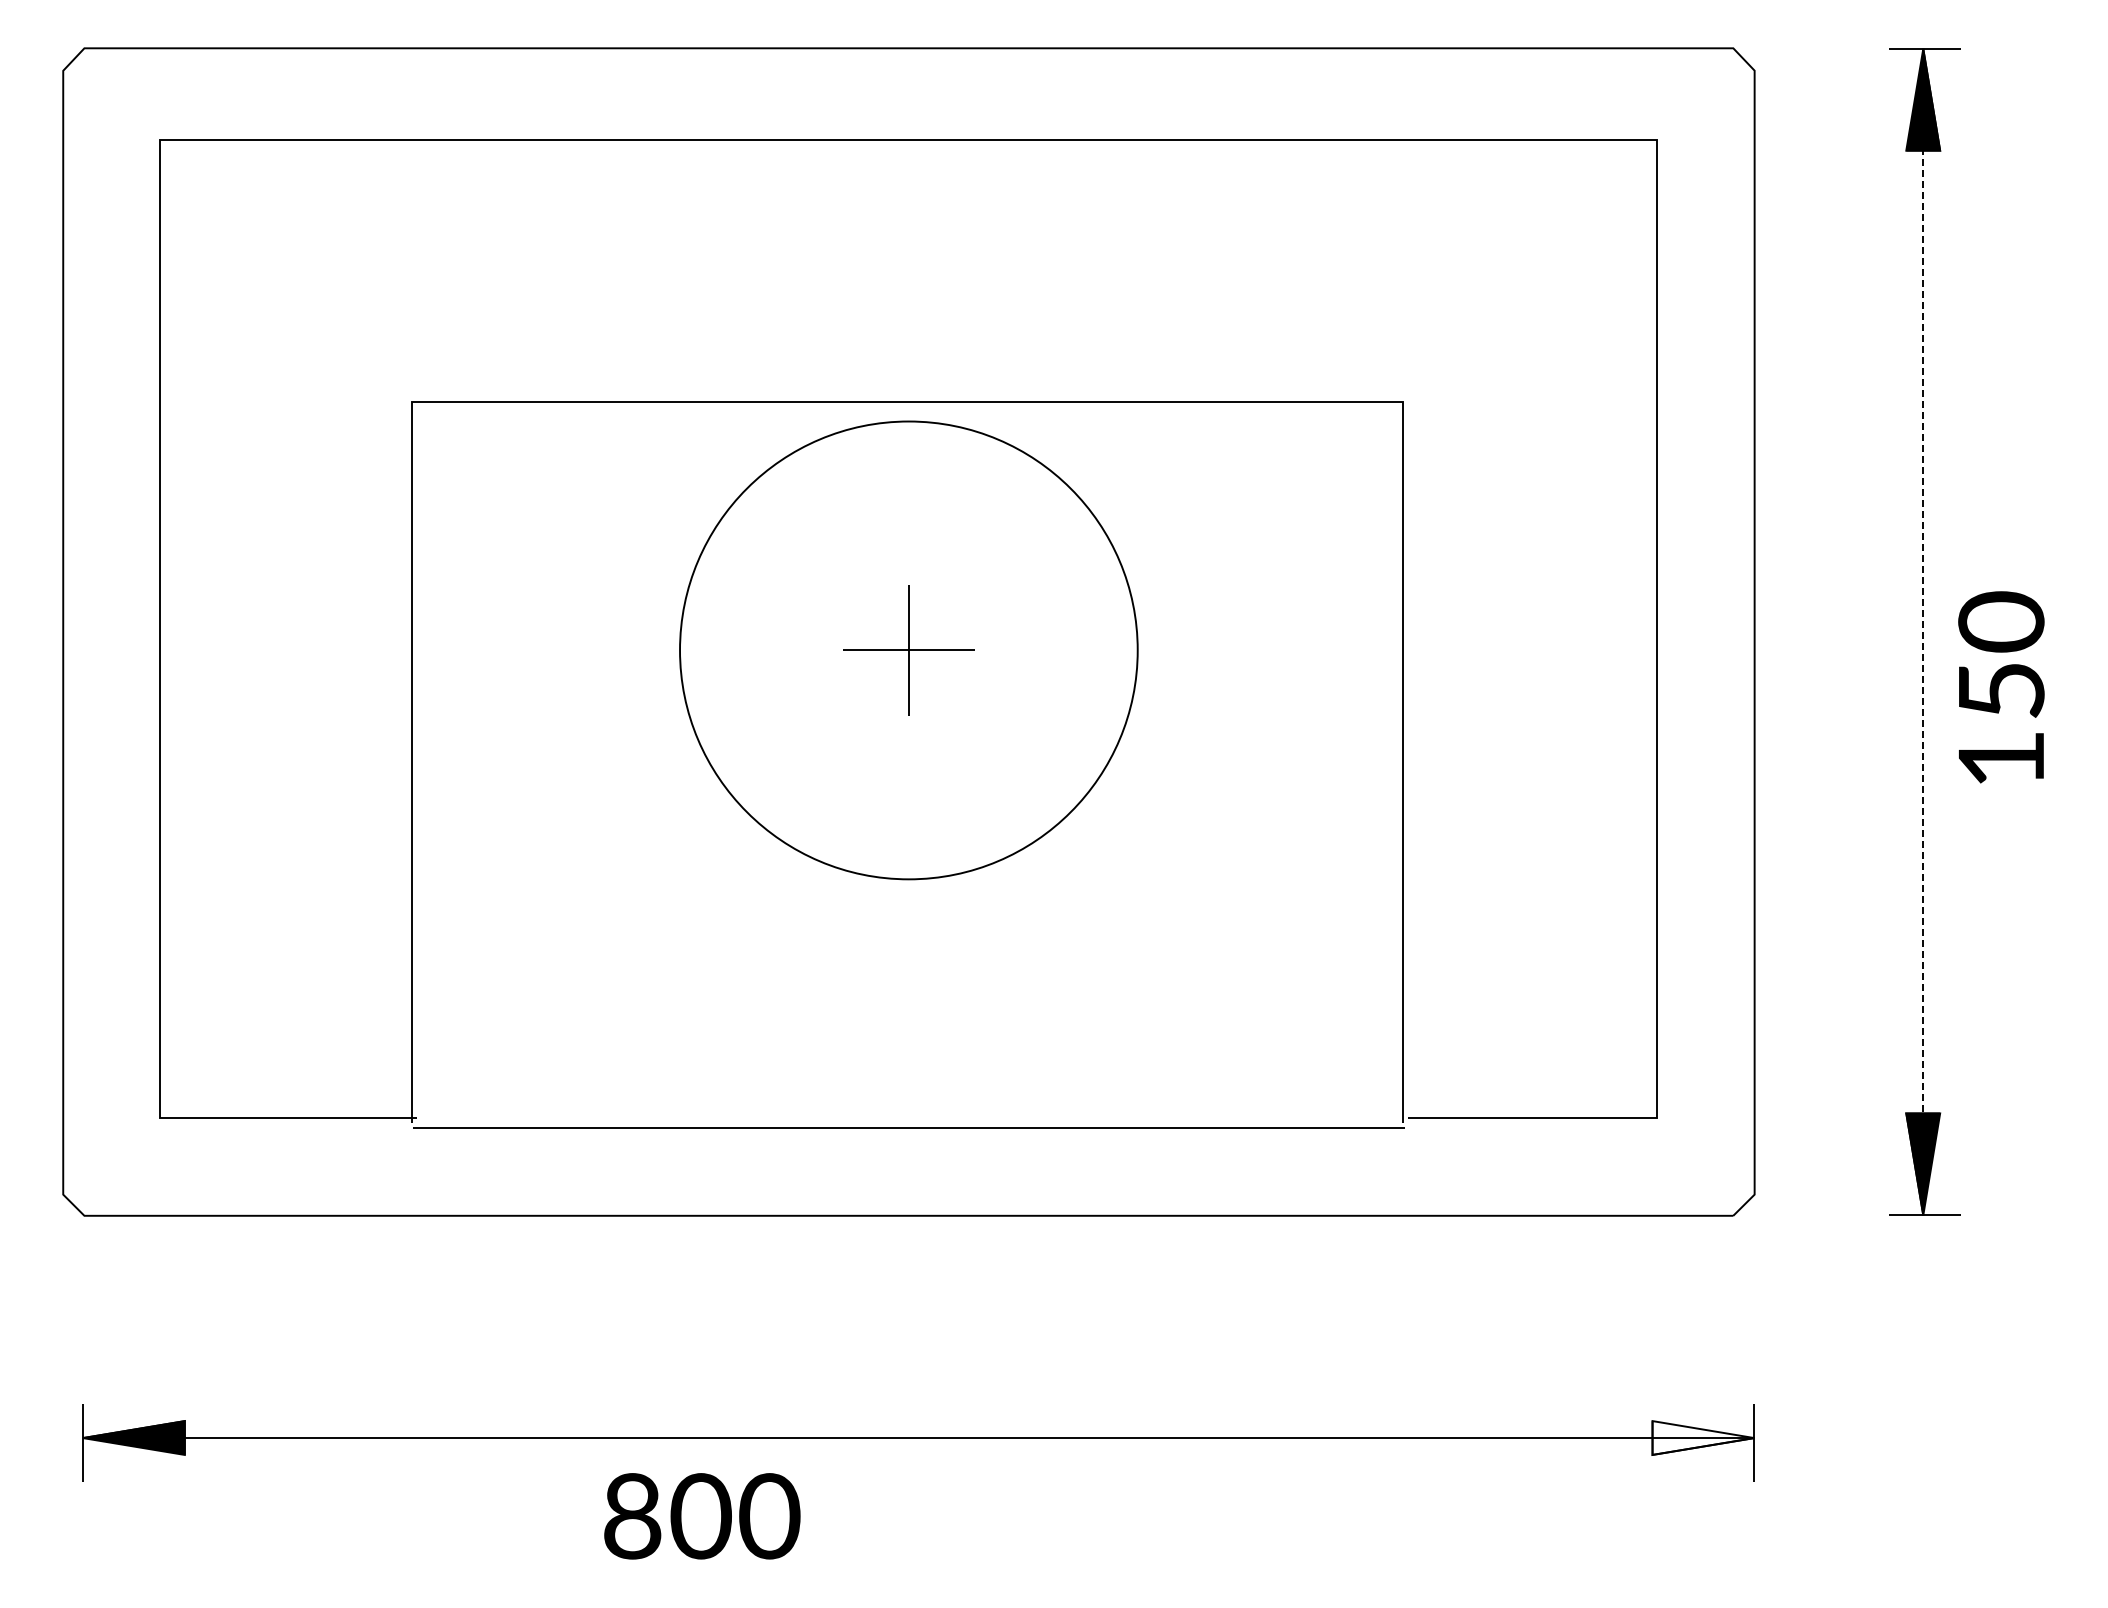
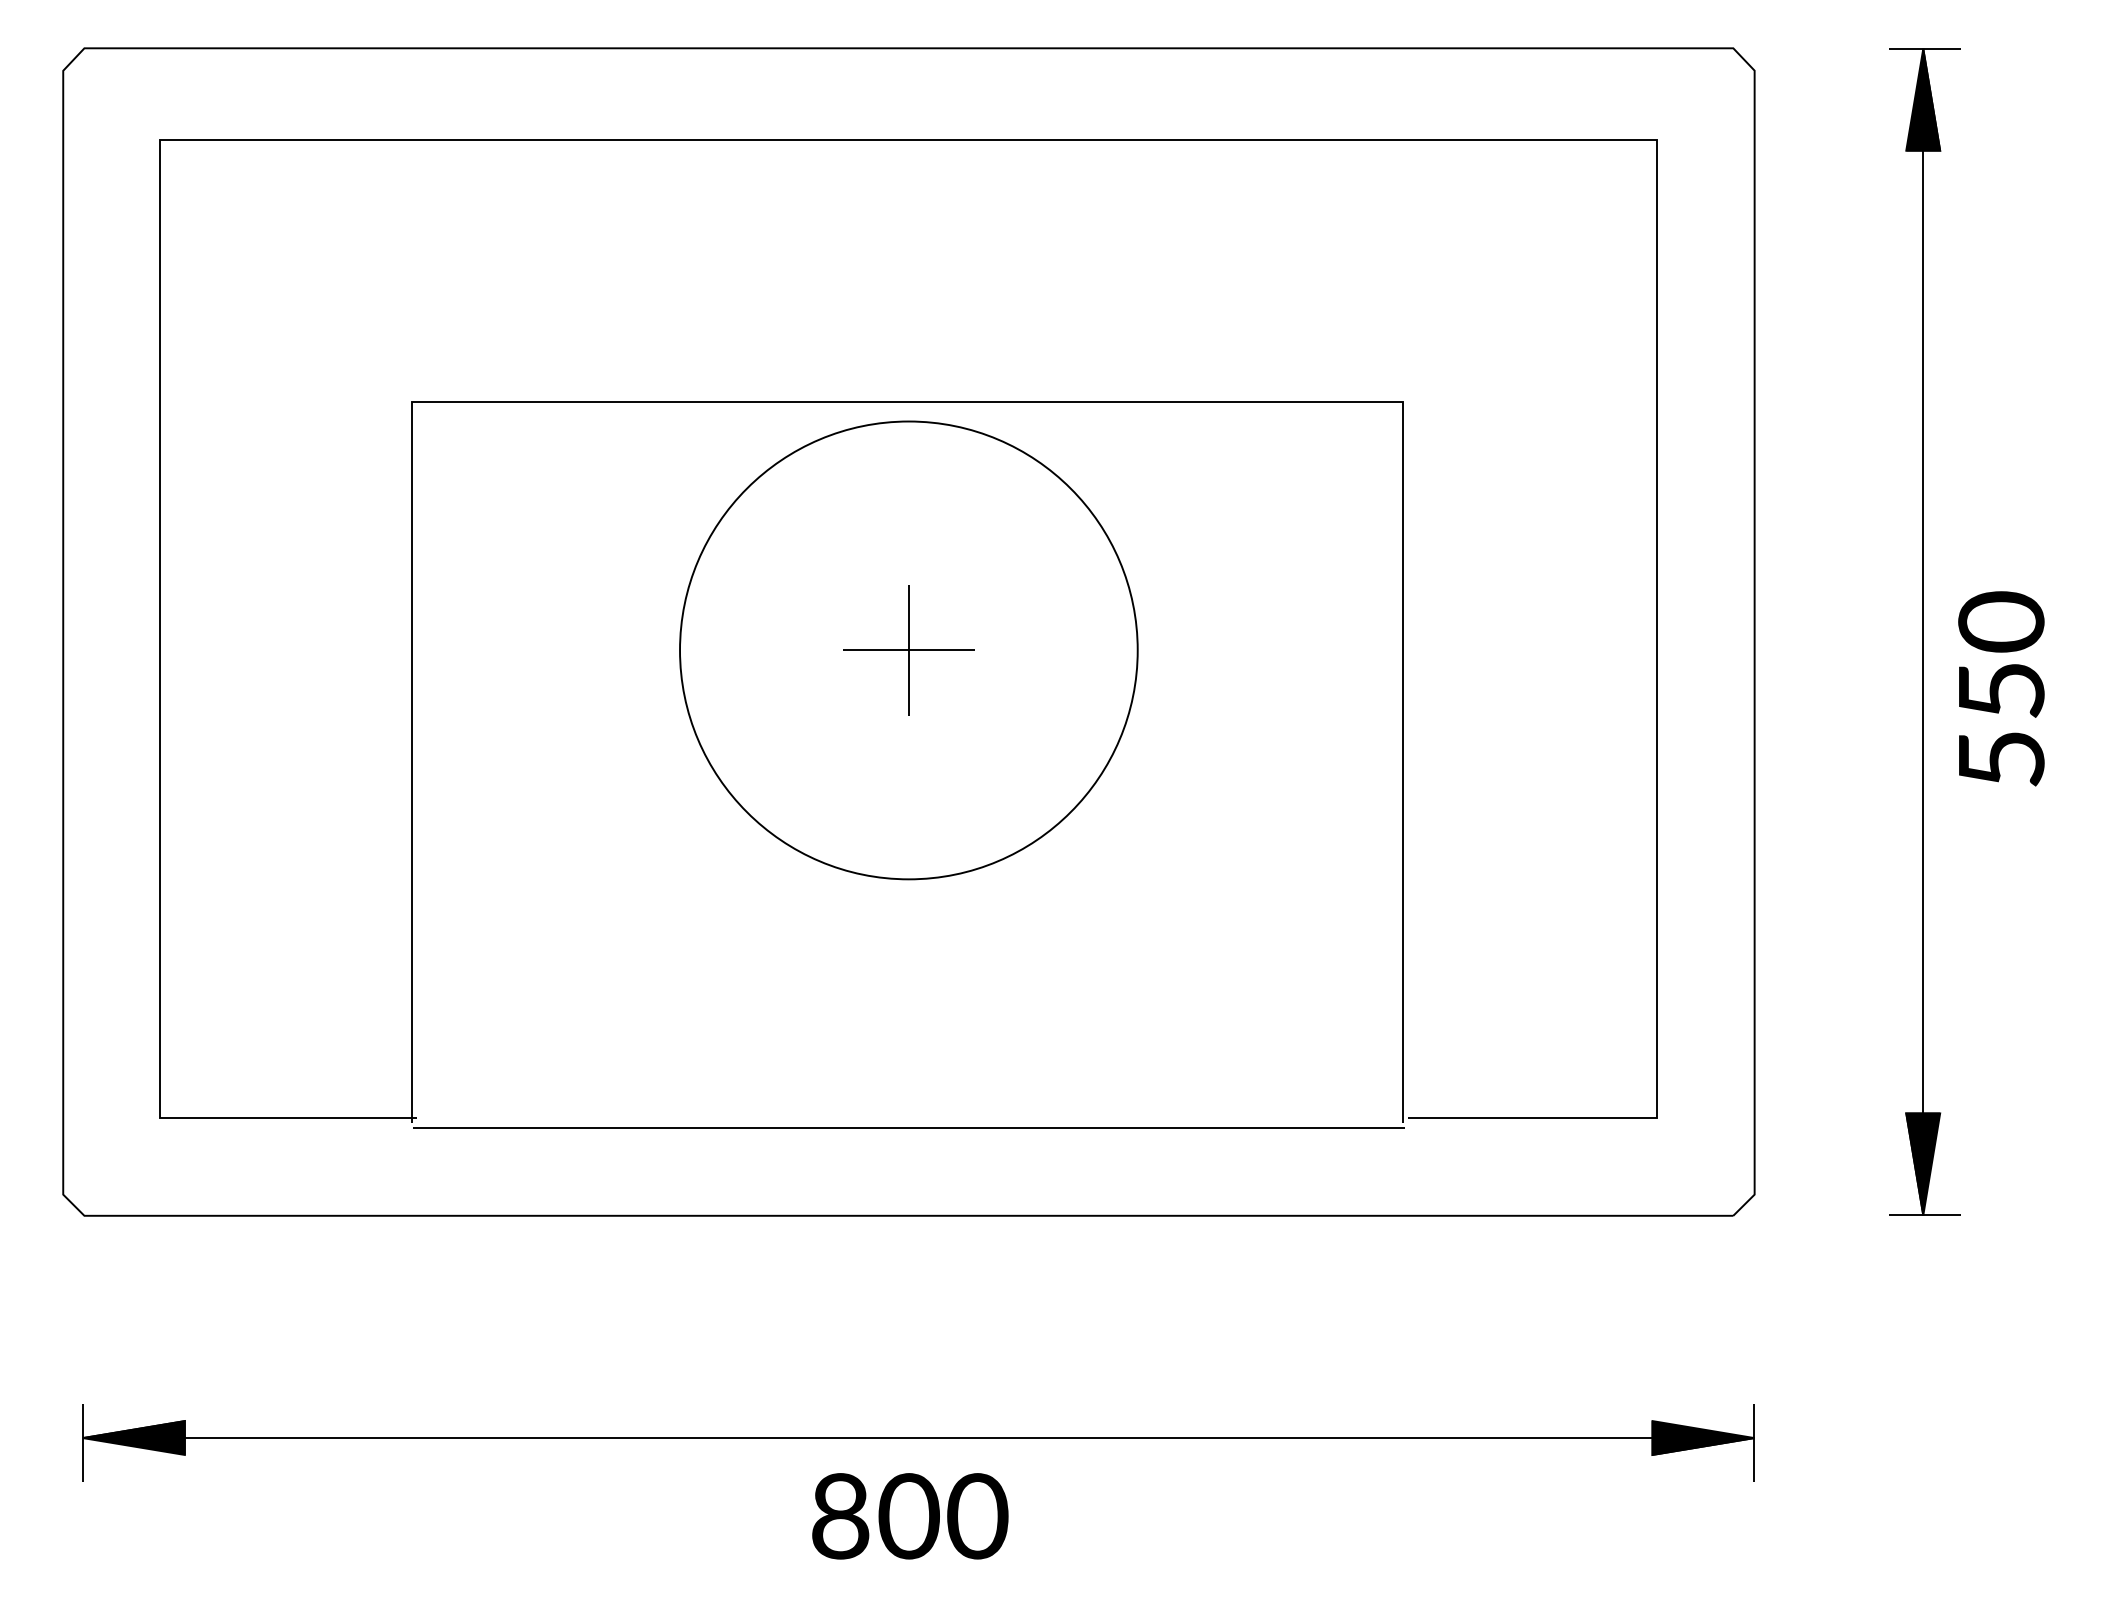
line at (1923, 632): dashed -> solid
text at (2001, 759): 150 -> 550
fill at (1703, 1437): none -> present
text at (702, 1516) position: (702, 1516) -> (910, 1516)
